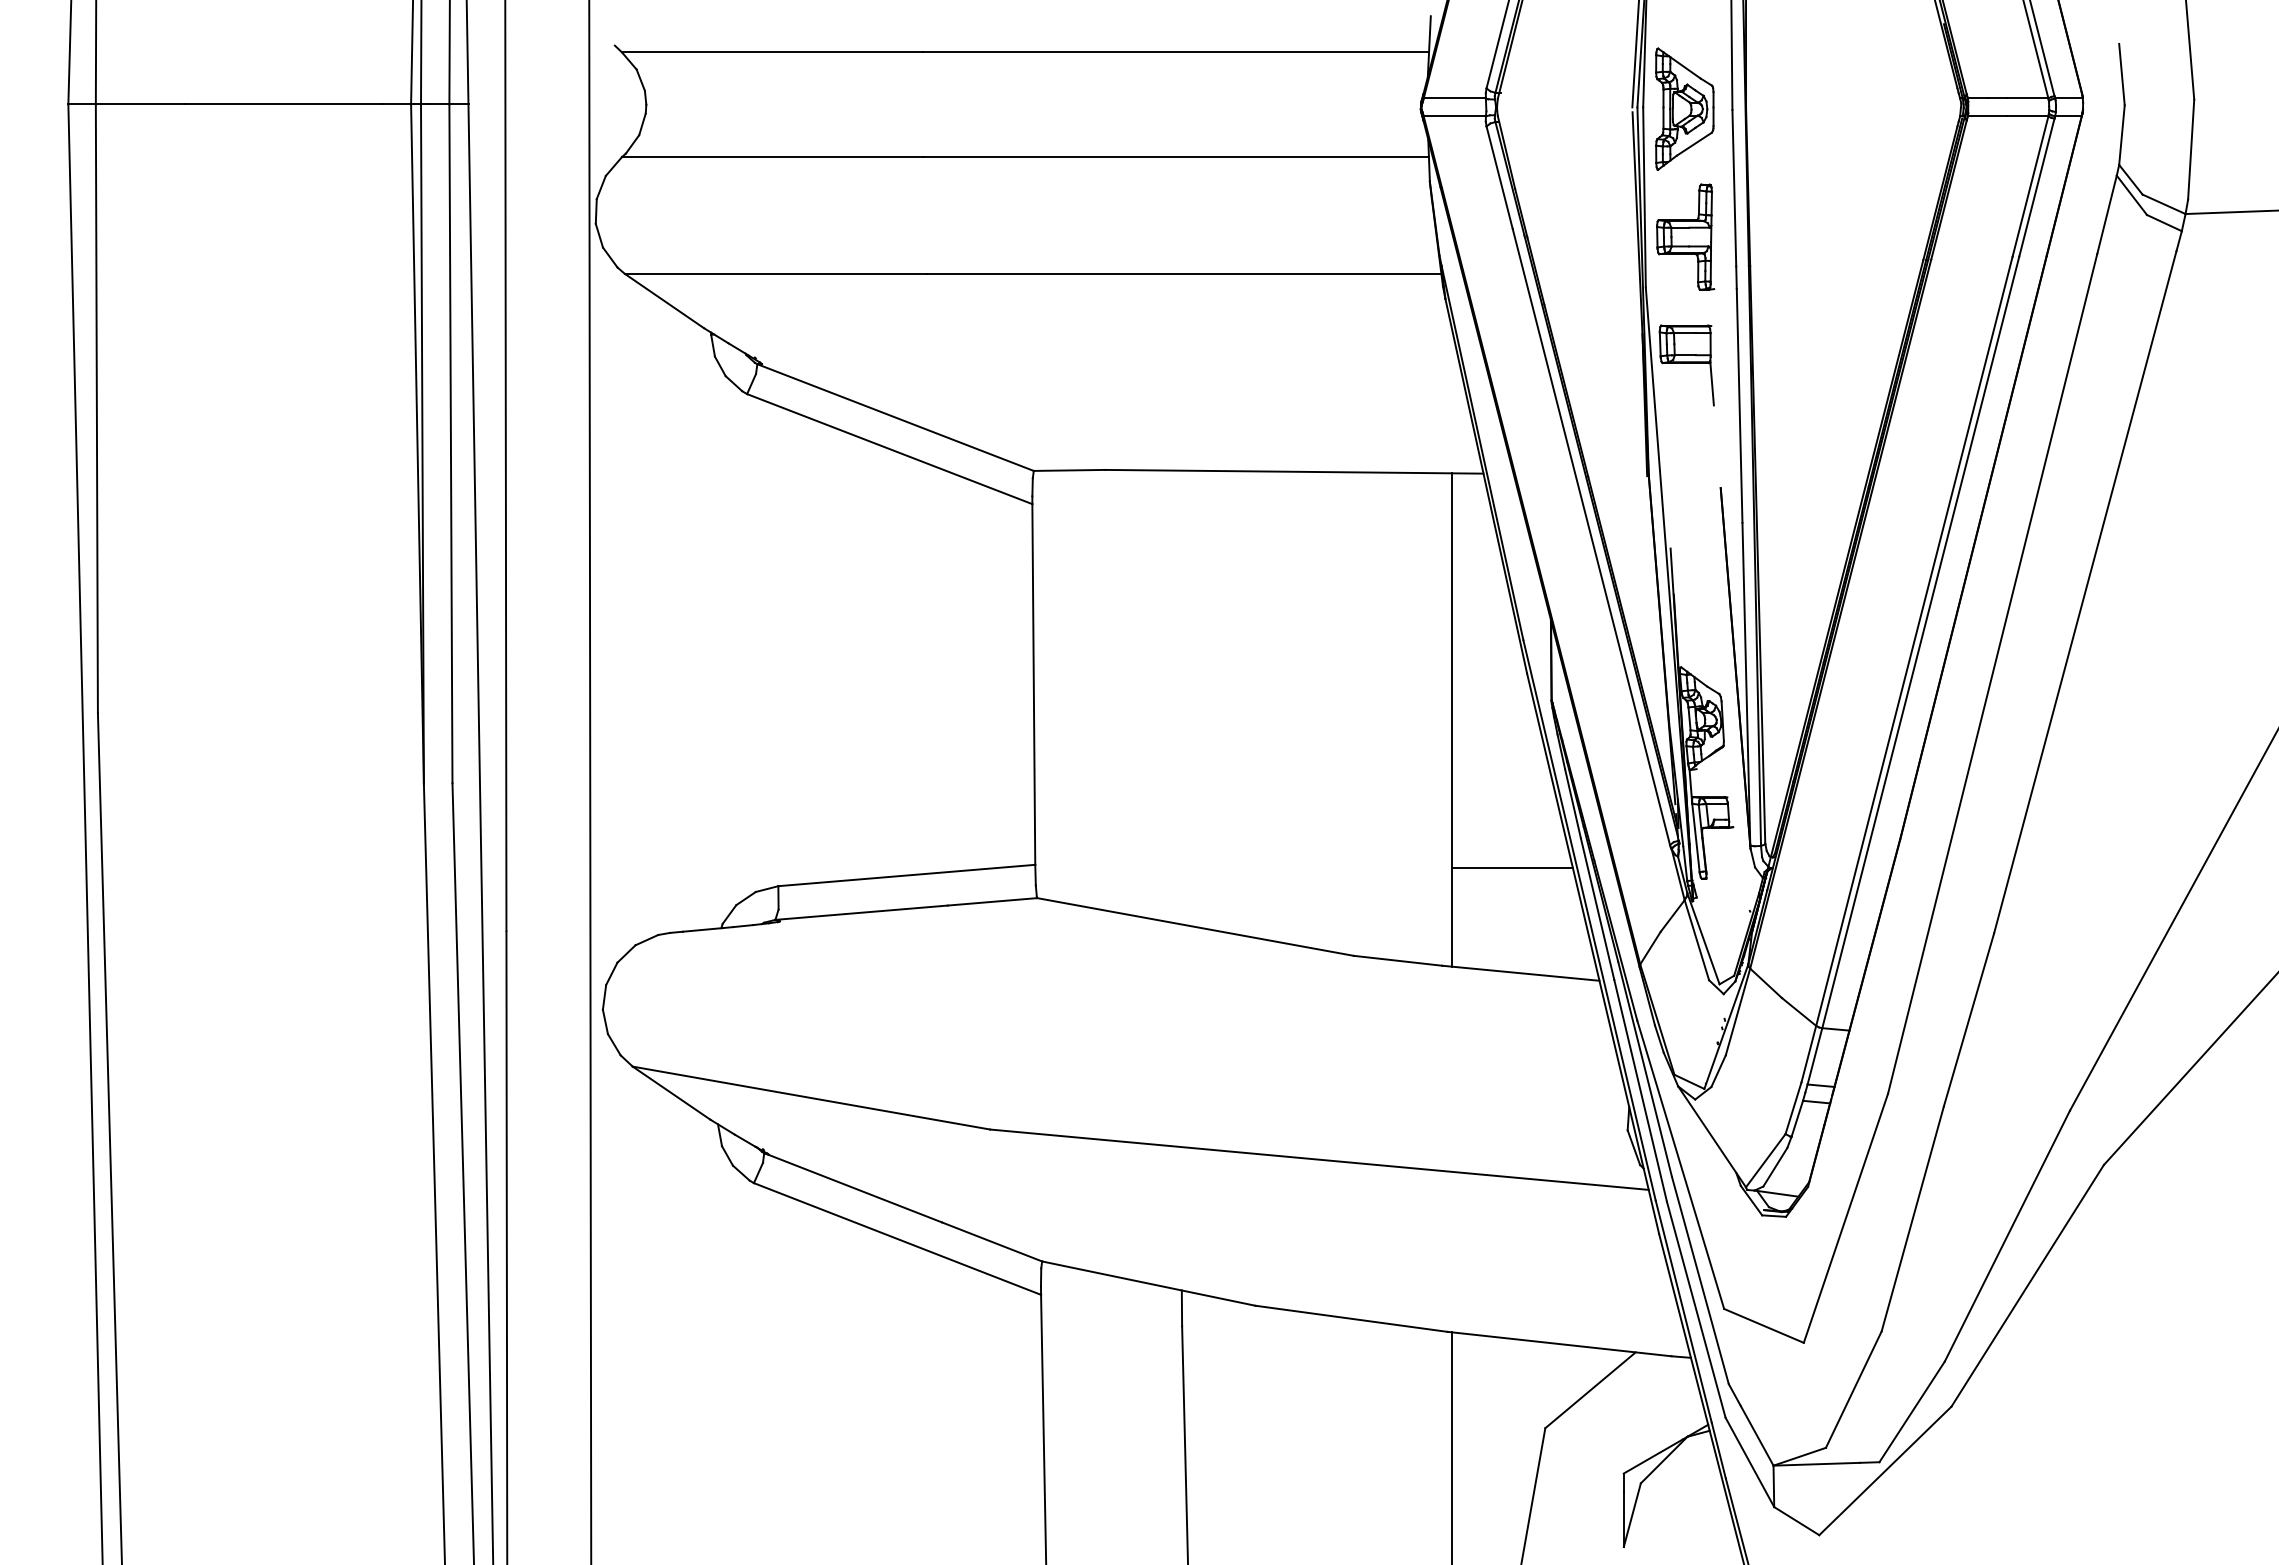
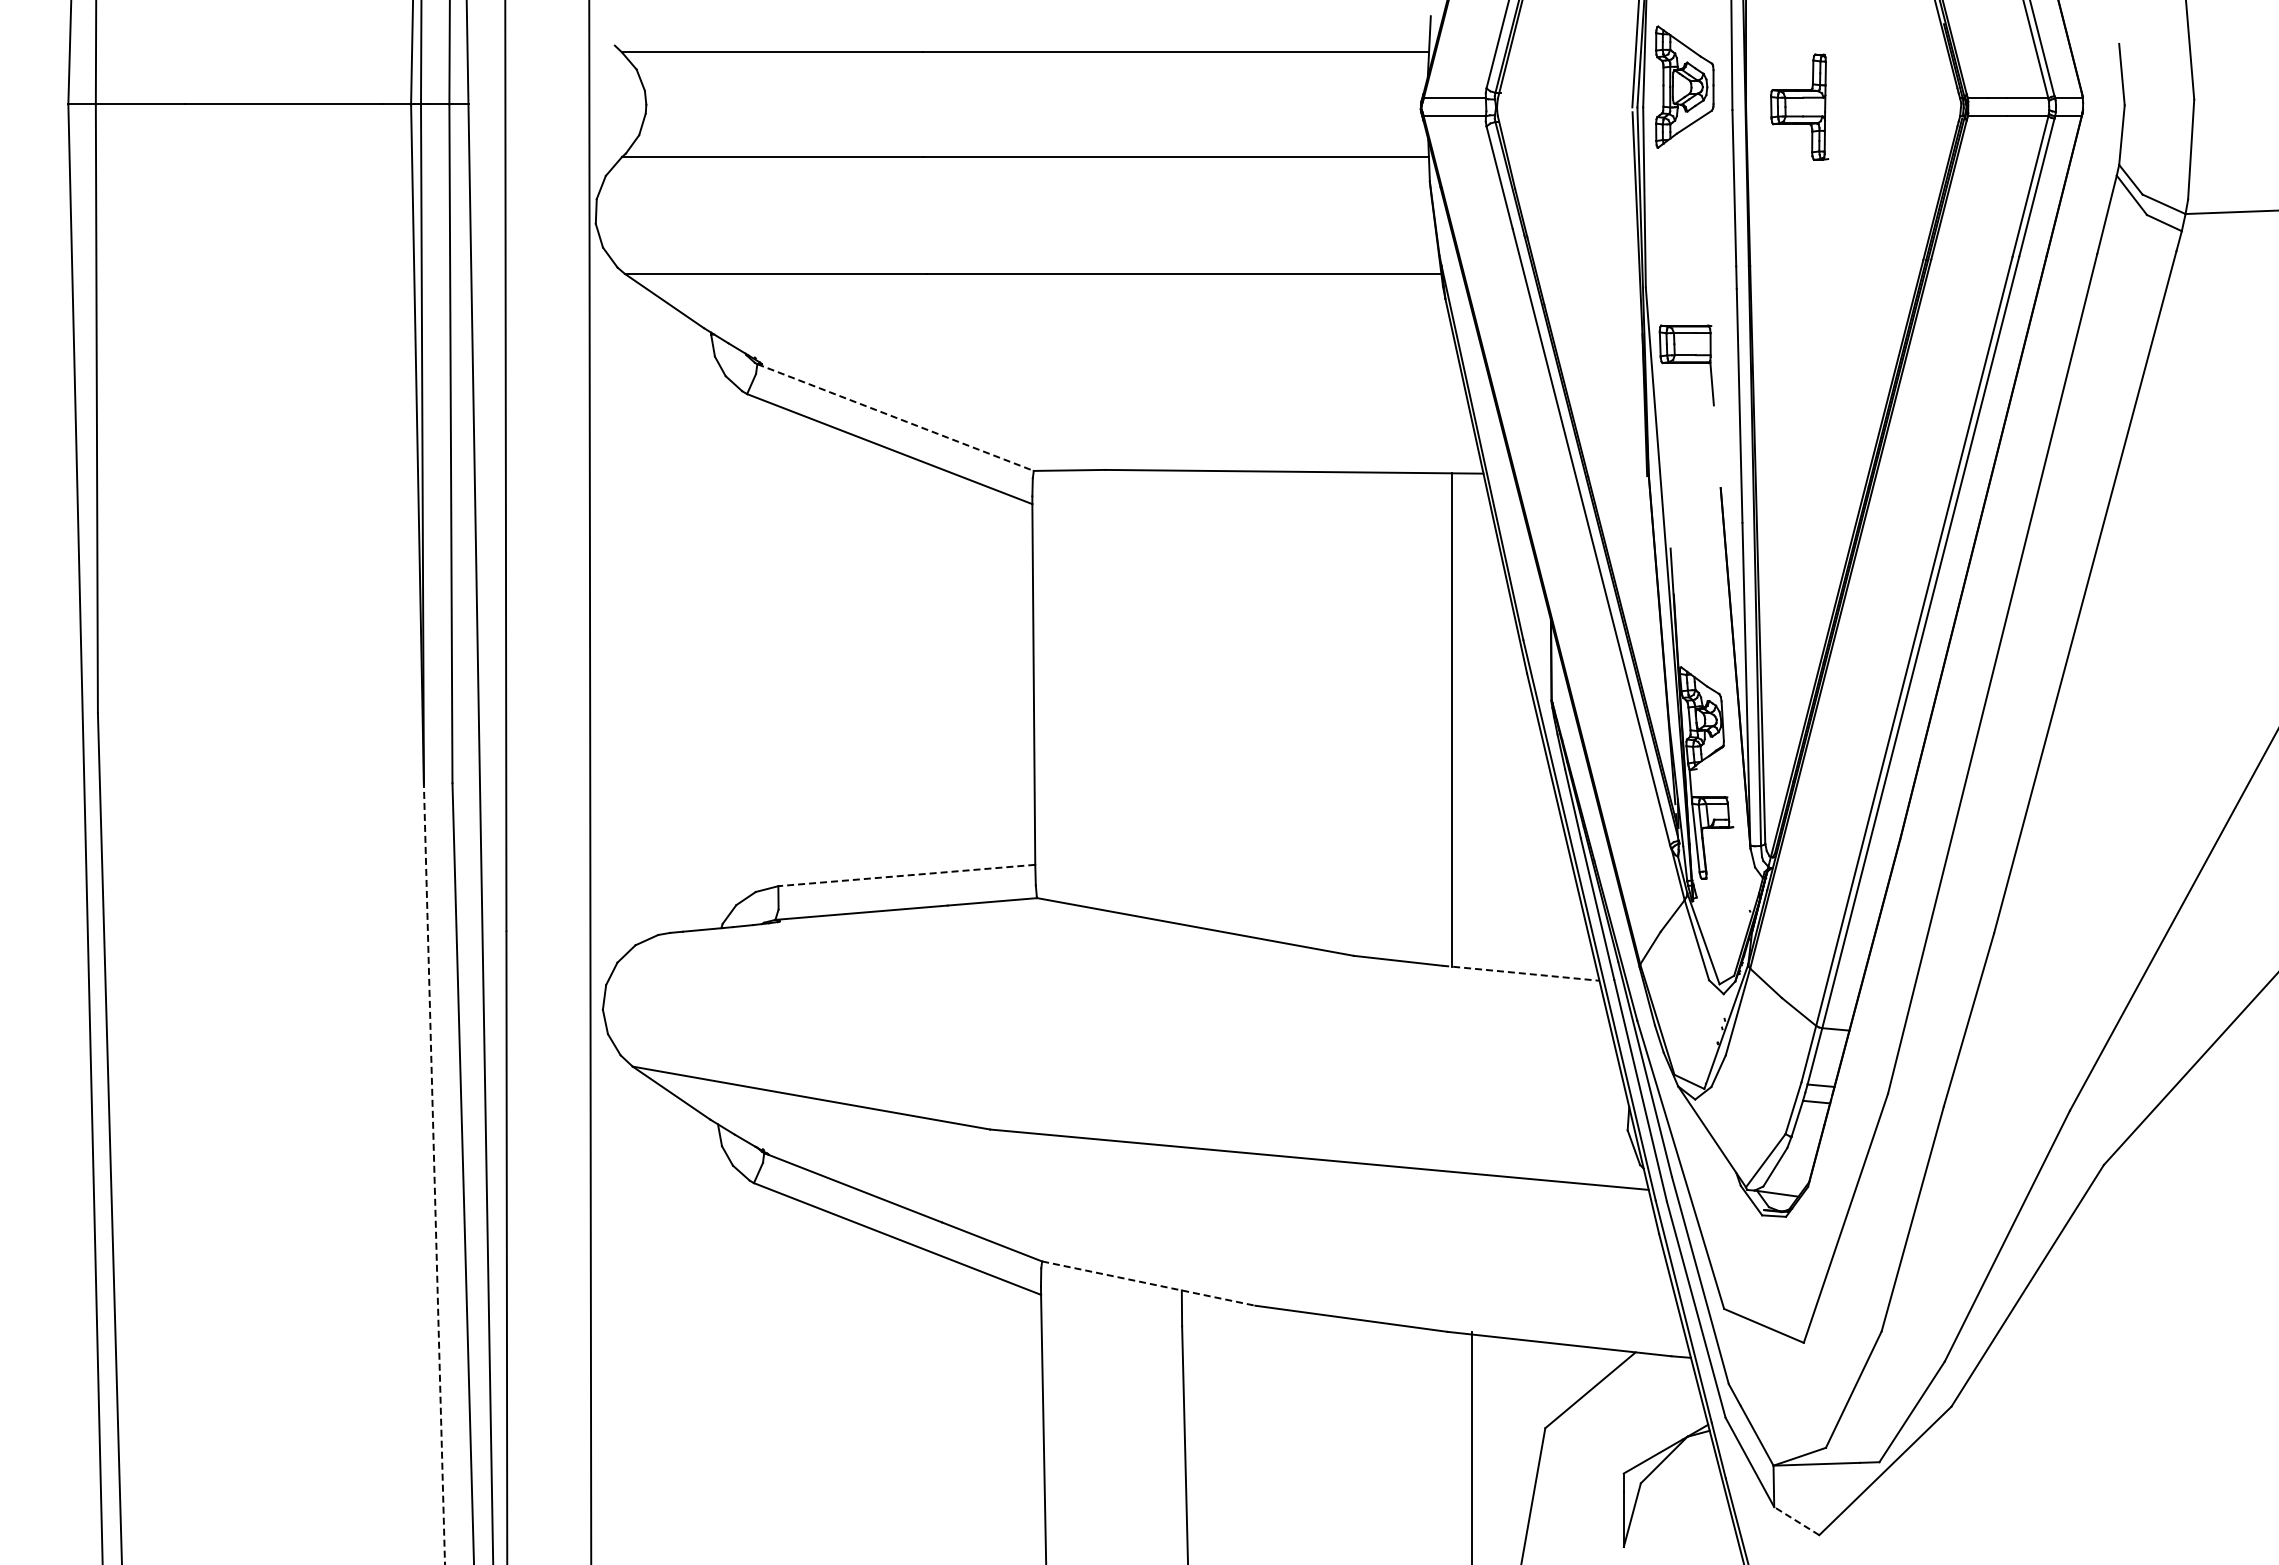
part at (1684, 108) position: (1684, 108) -> (1684, 86)
part at (1685, 236) position: (1685, 236) -> (1799, 106)
line at (896, 417): solid -> dashed
line at (1512, 868): present -> none
line at (906, 875): solid -> dashed
line at (1520, 973): solid -> dashed
line at (434, 1173): solid -> dashed
line at (1148, 1283): solid -> dashed
line at (1452, 1446) position: (1452, 1446) -> (1472, 1446)
line at (1796, 1521): solid -> dashed
